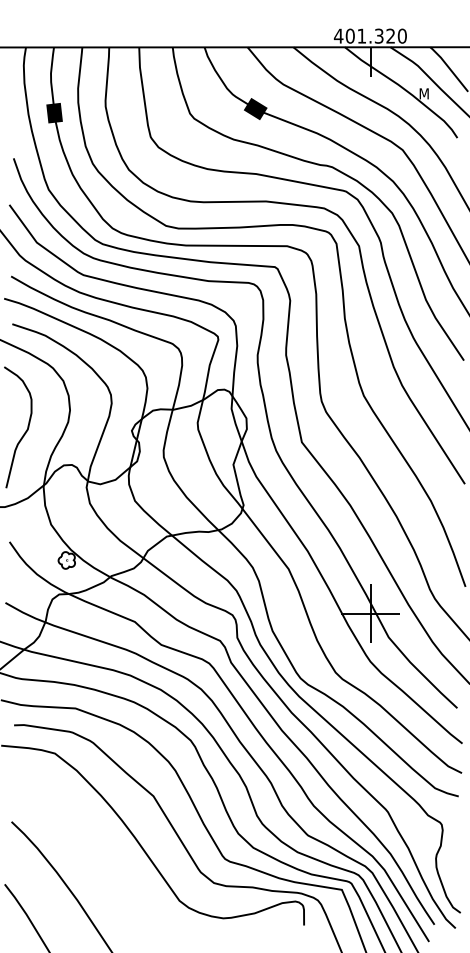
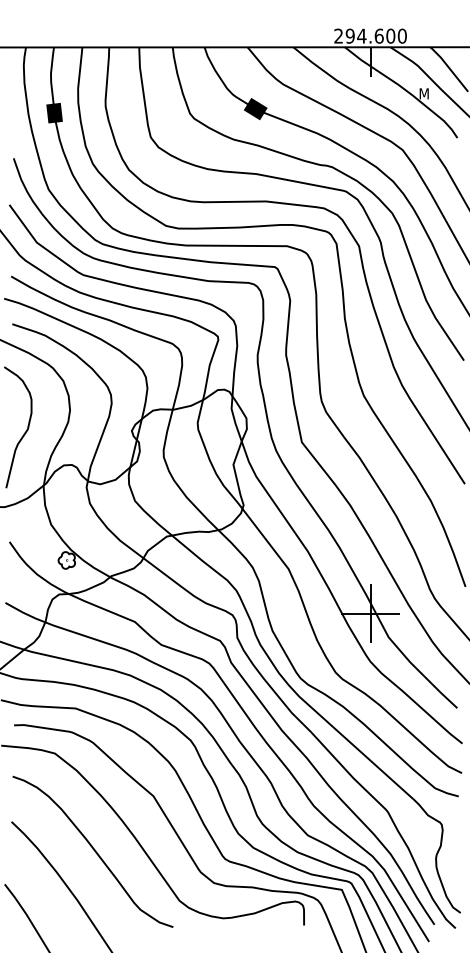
text at (364, 35): 401.320 -> 294.600
curve at (93, 850): none -> present
